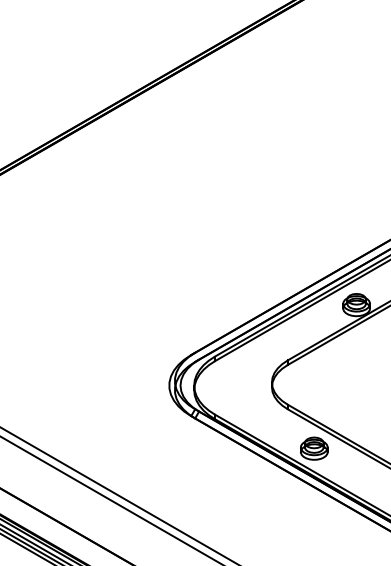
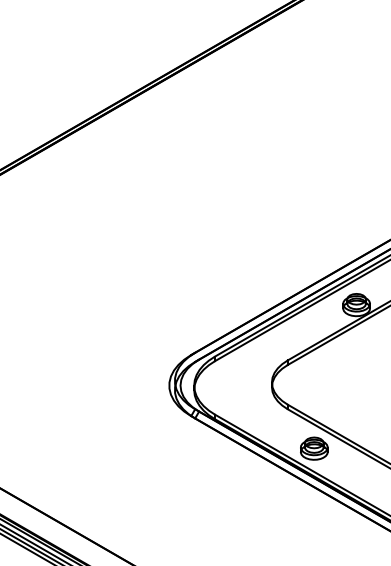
line at (118, 495): present -> none
line at (110, 499): present -> none
